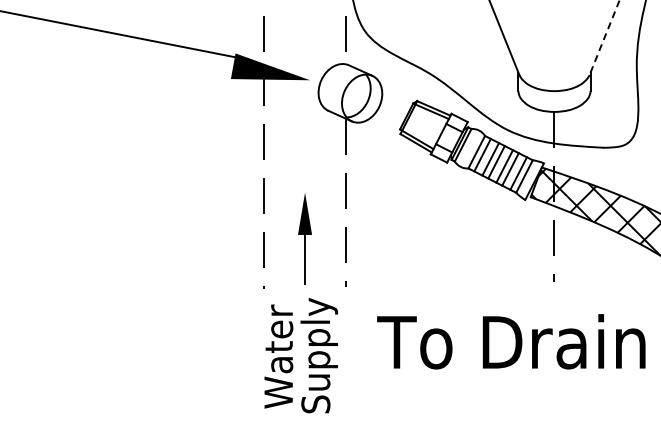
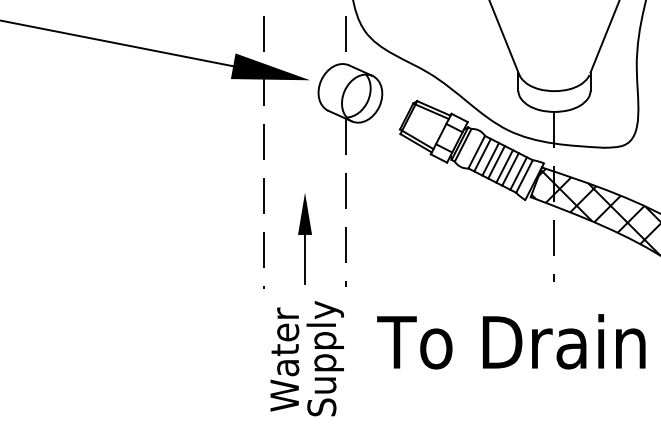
line at (118, 34) position: (118, 34) -> (117, 43)
line at (604, 36): dashed -> solid
text at (300, 355) position: (300, 355) -> (306, 358)
